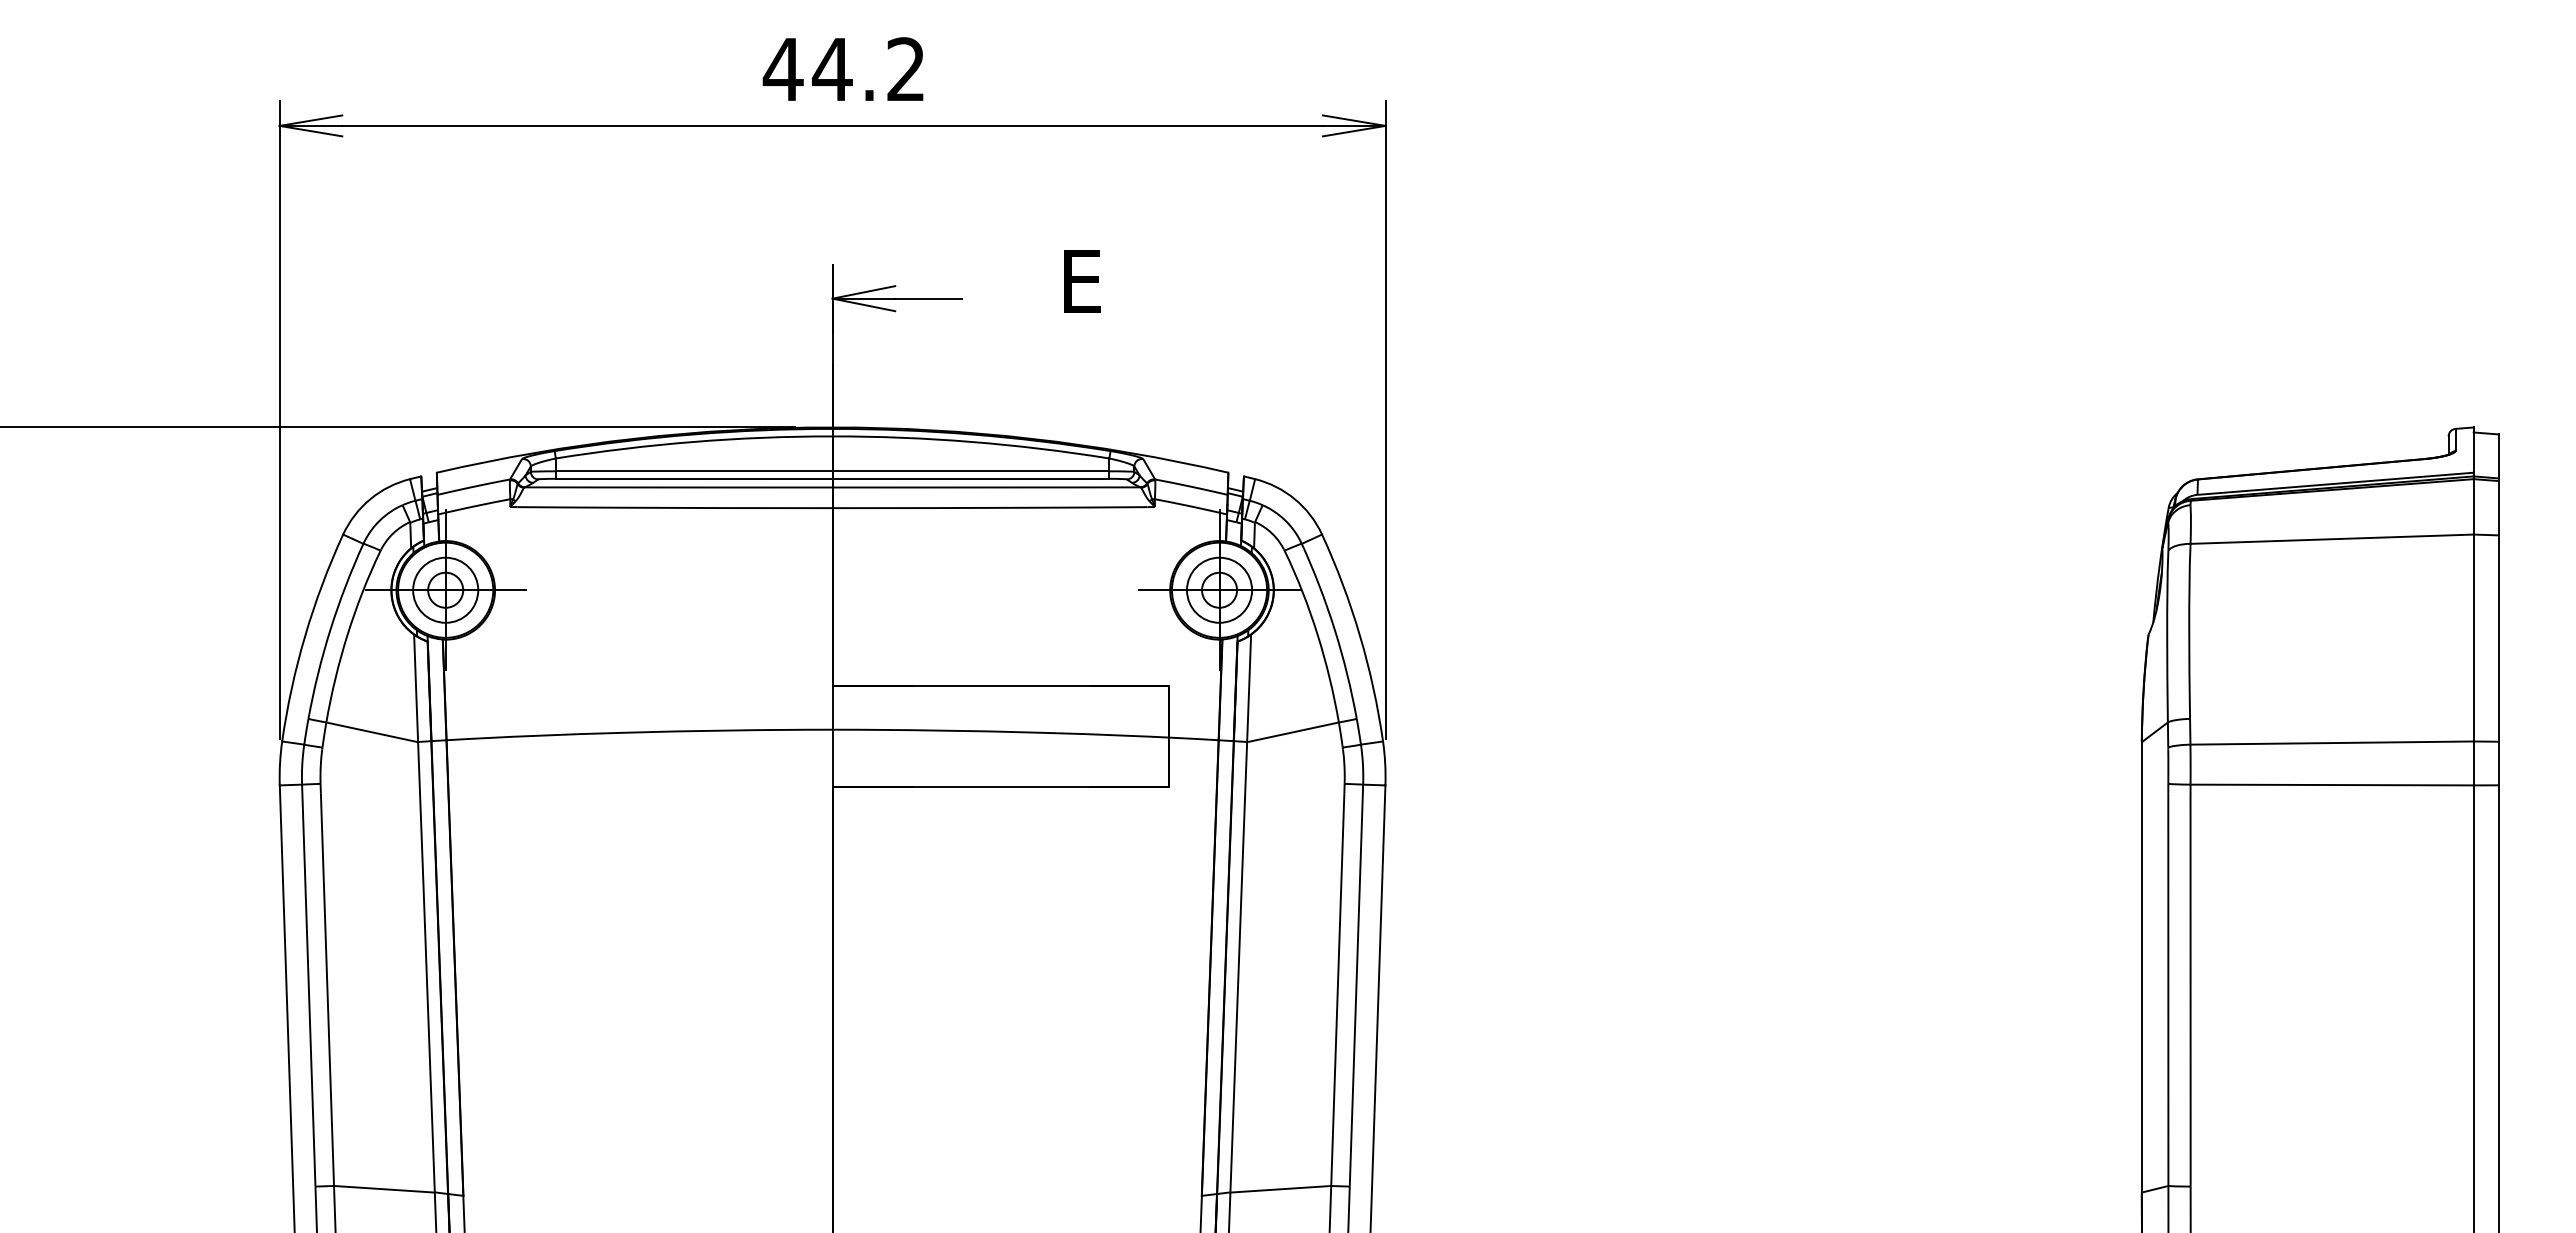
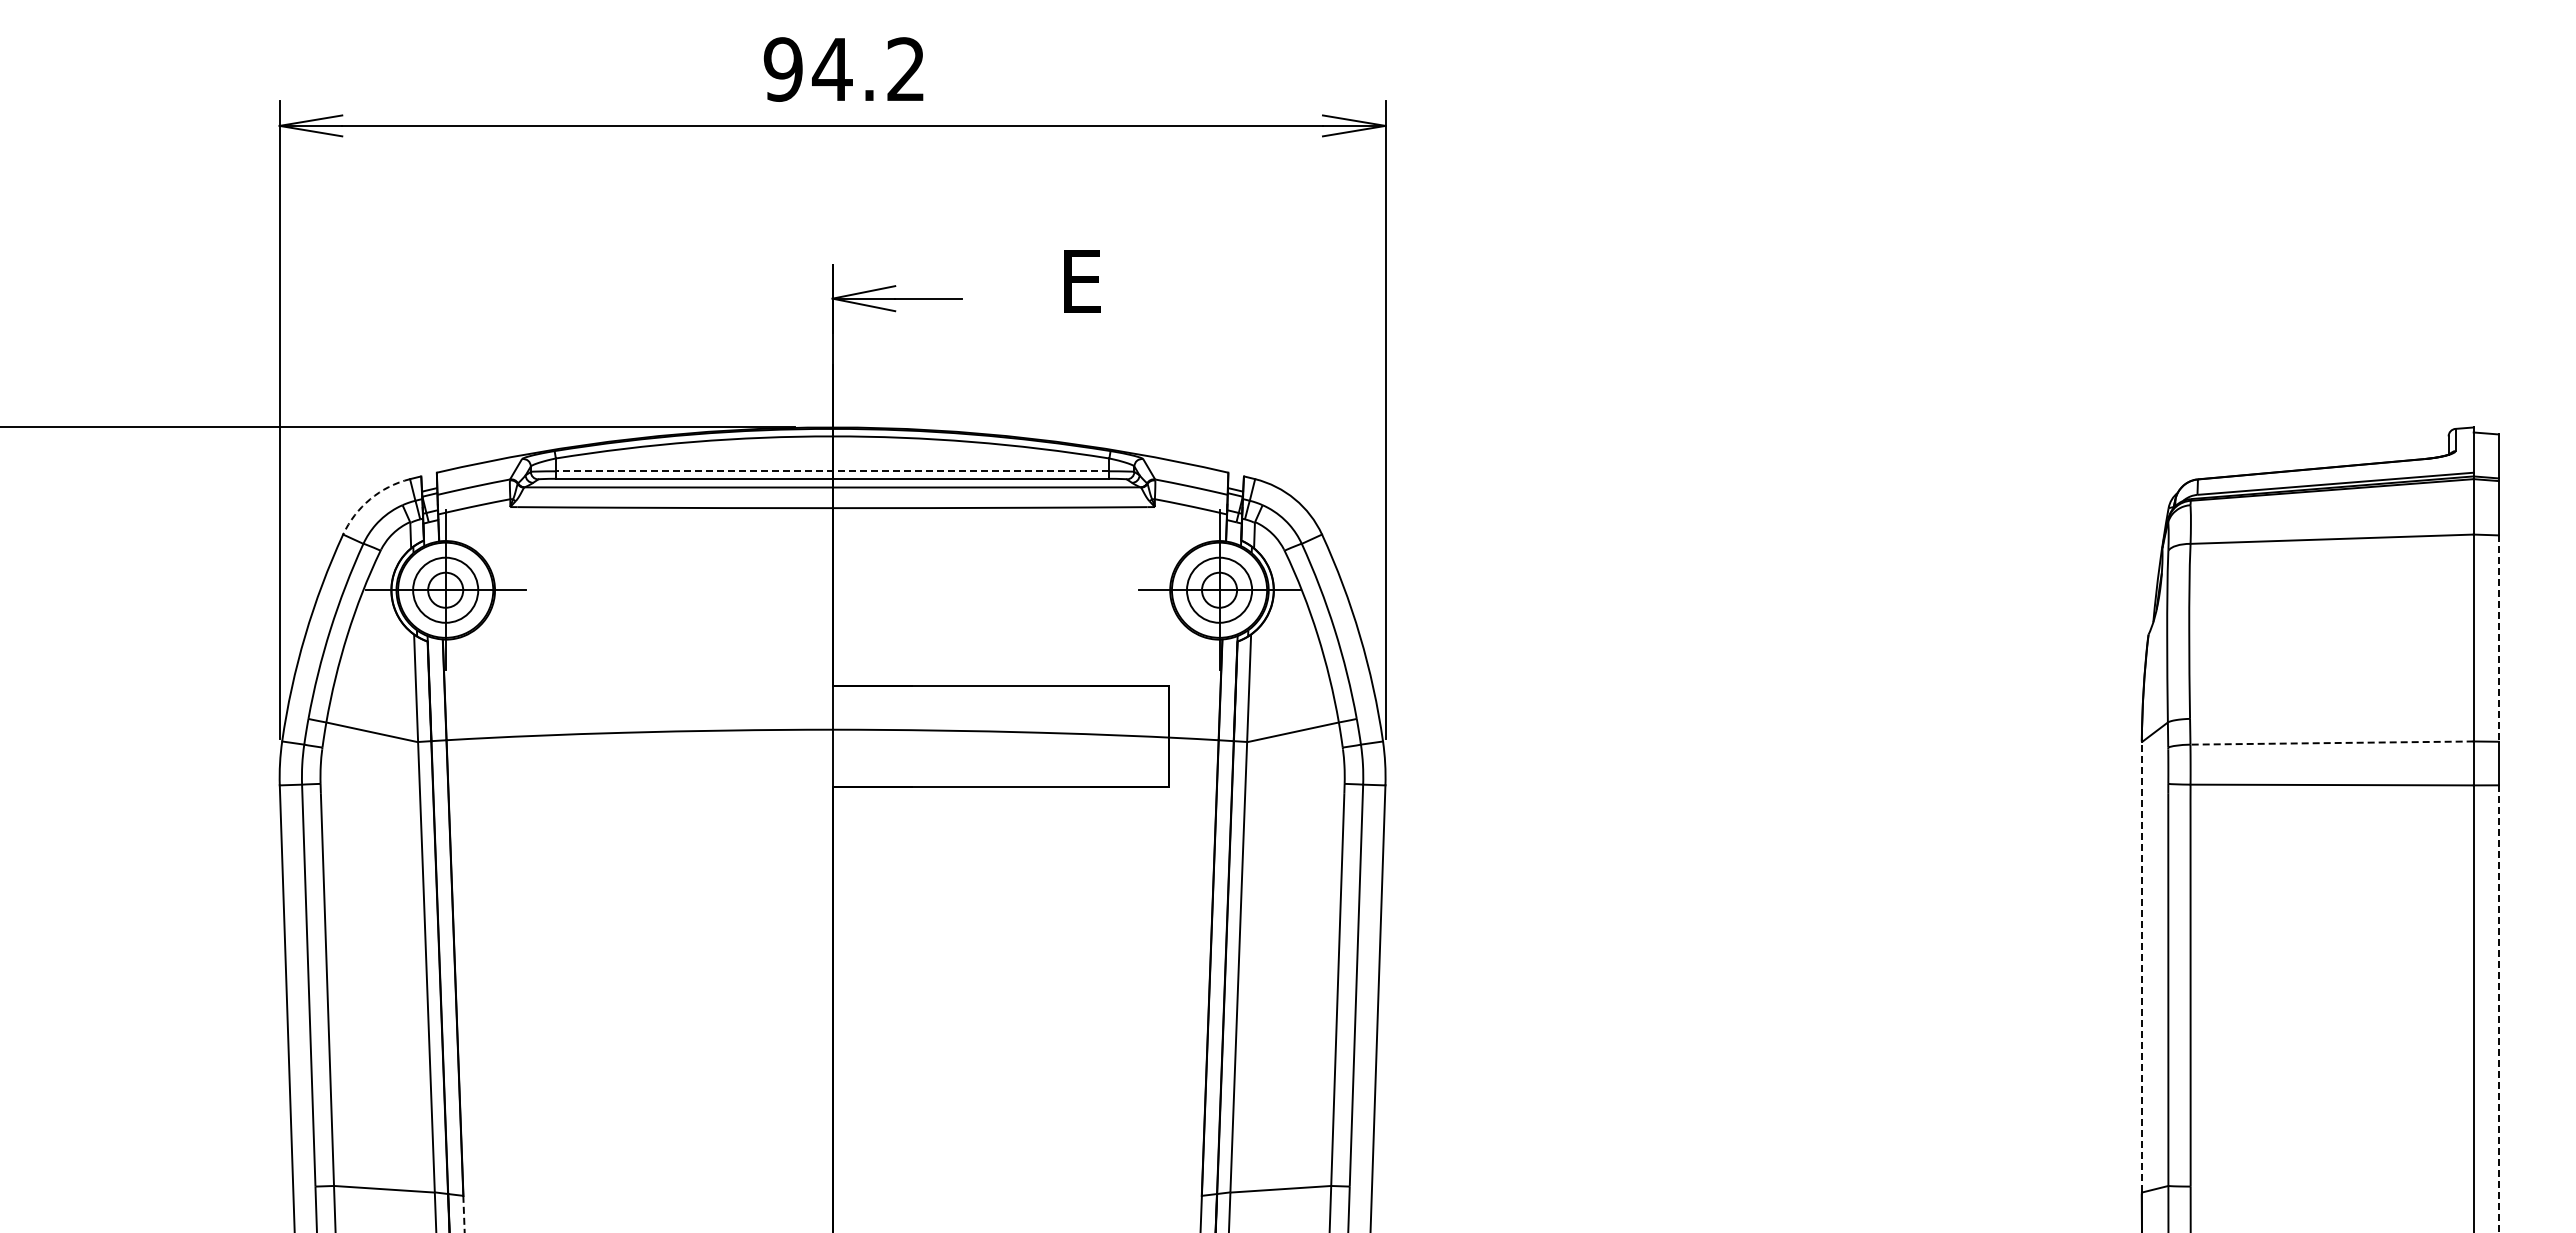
text at (782, 69): 44.2 -> 94.2
line at (832, 471): solid -> dashed
arc at (370, 499): solid -> dashed
line at (2498, 639): solid -> dashed
line at (2332, 743): solid -> dashed
line at (2141, 966): solid -> dashed
line at (2498, 1009): solid -> dashed
line at (464, 1214): solid -> dashed
